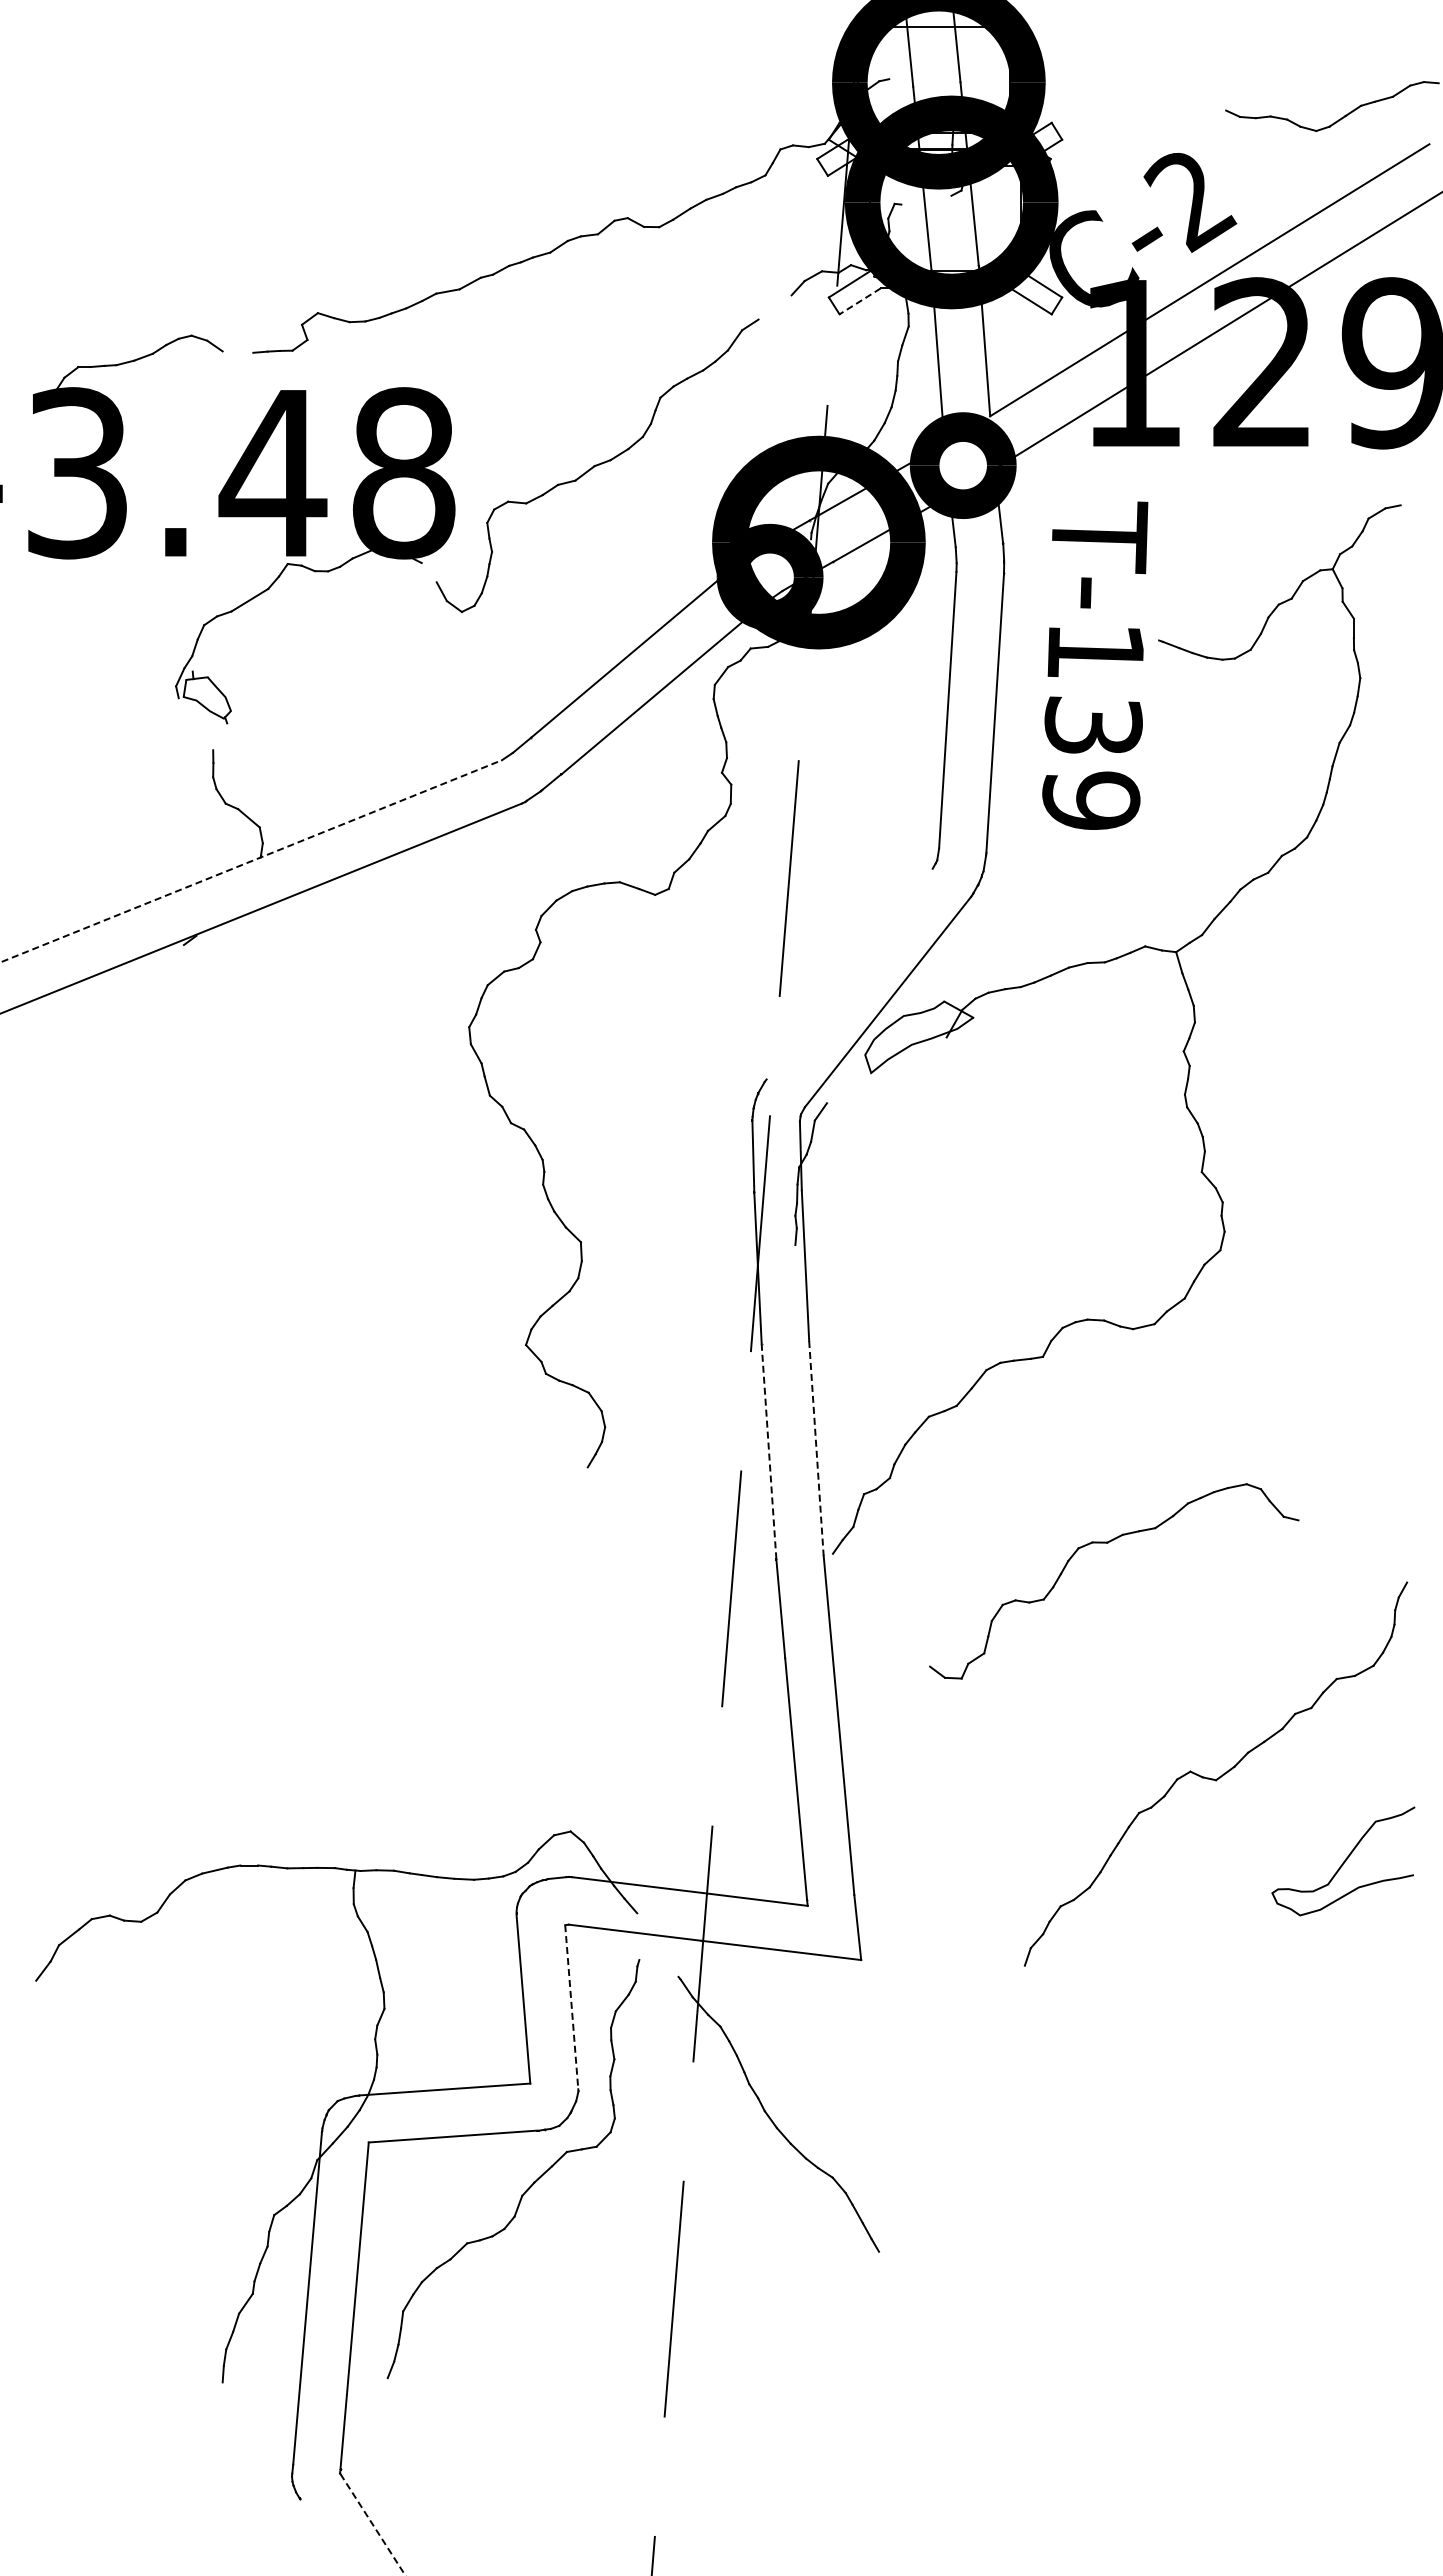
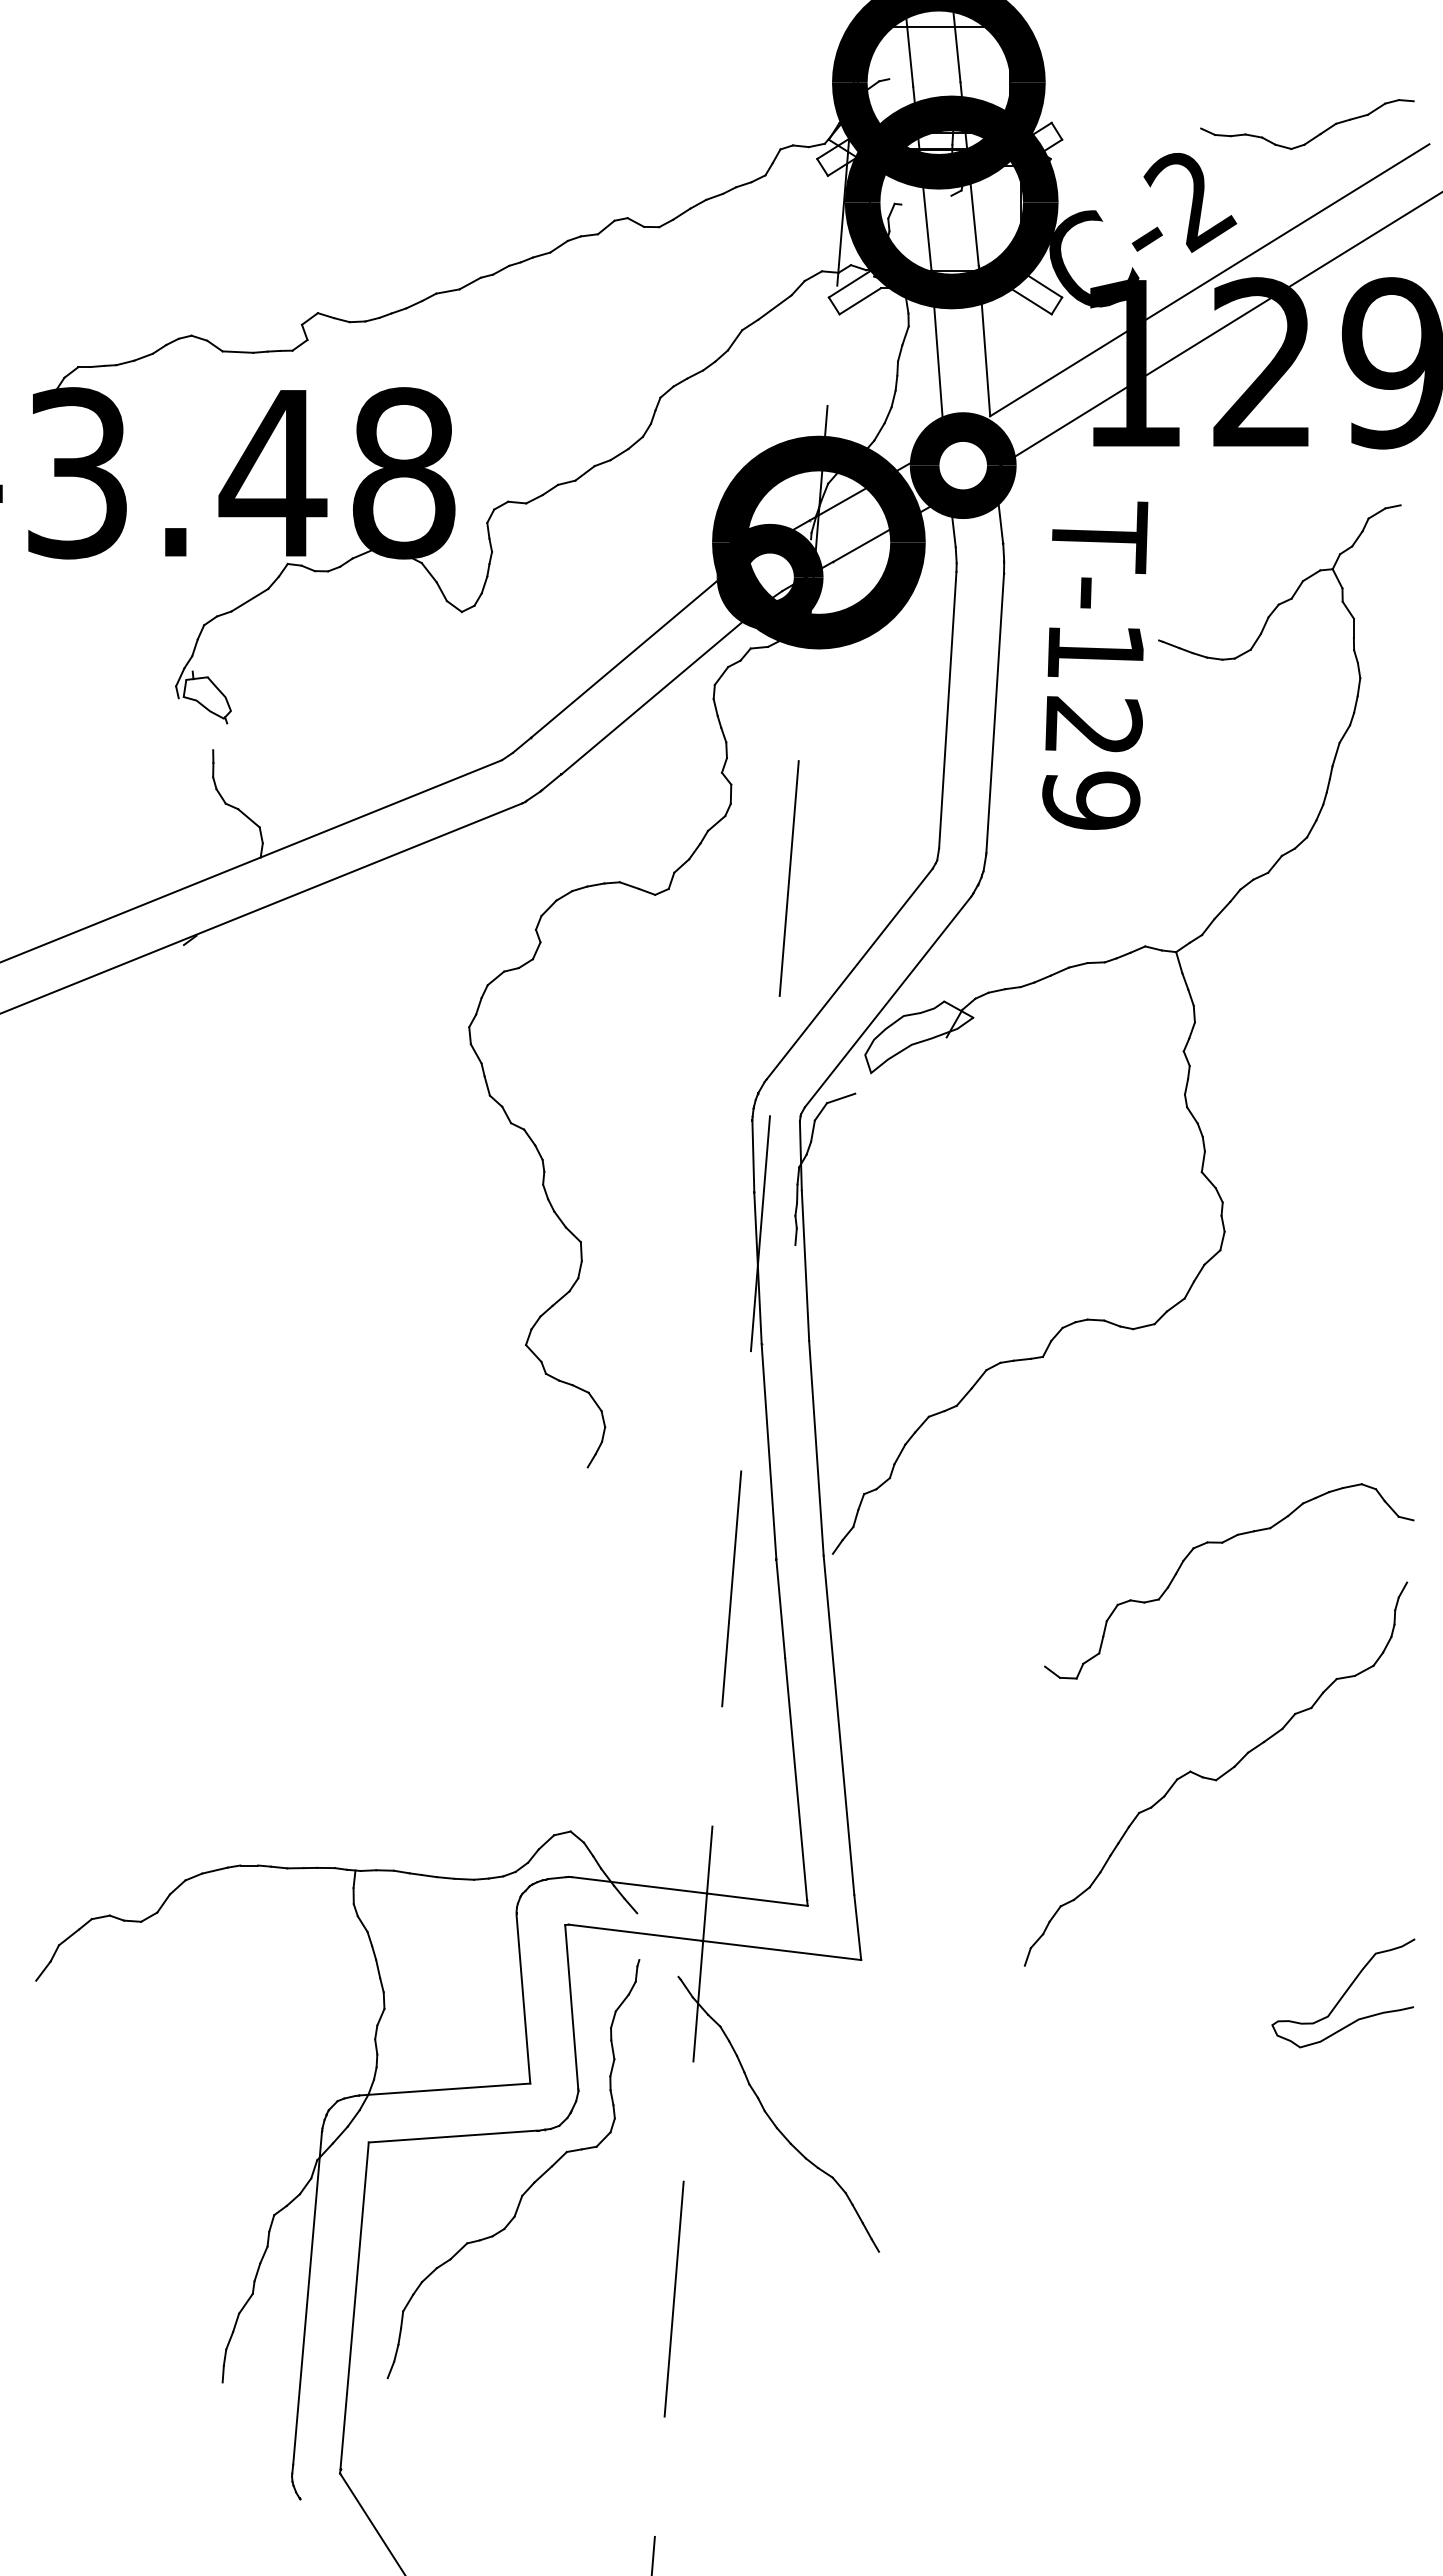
part at (1341, 117) position: (1341, 117) -> (1316, 135)
line at (859, 301): dashed -> solid
line at (774, 307): none -> present
line at (237, 351): none -> present
line at (428, 572): none -> present
text at (1093, 724): T-139 -> T-129
line at (251, 861): dashed -> solid
line at (849, 973): none -> present
line at (840, 1098): none -> present
line at (816, 1448): dashed -> solid
line at (769, 1451): dashed -> solid
part at (1108, 1543) position: (1108, 1543) -> (1223, 1543)
curve at (1343, 1861) position: (1343, 1861) -> (1343, 1993)
line at (571, 2007): dashed -> solid
line at (373, 2525): dashed -> solid
